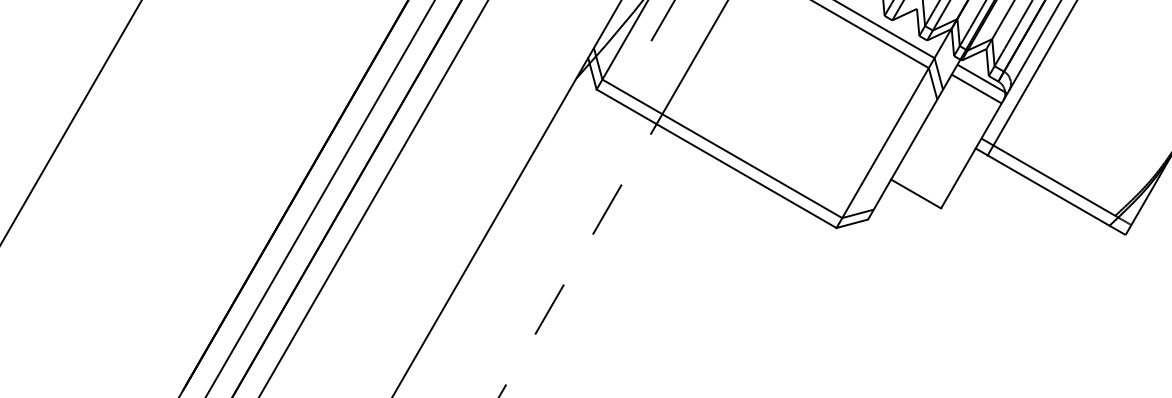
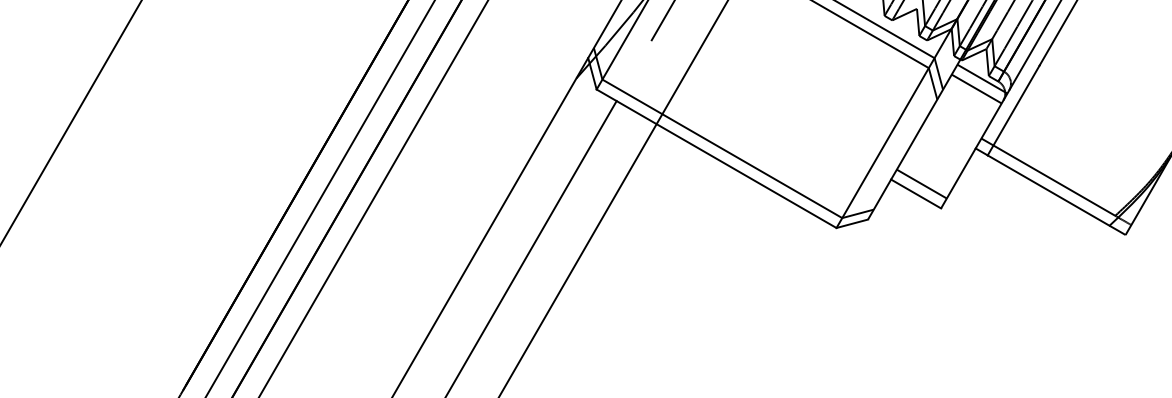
line at (921, 183): none -> present
line at (531, 247): none -> present
line at (577, 260): dashed -> solid
